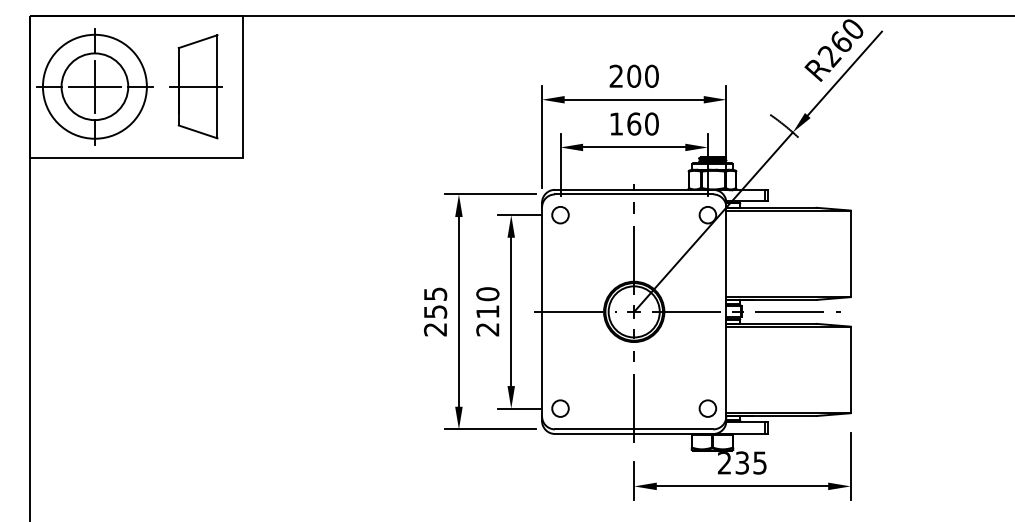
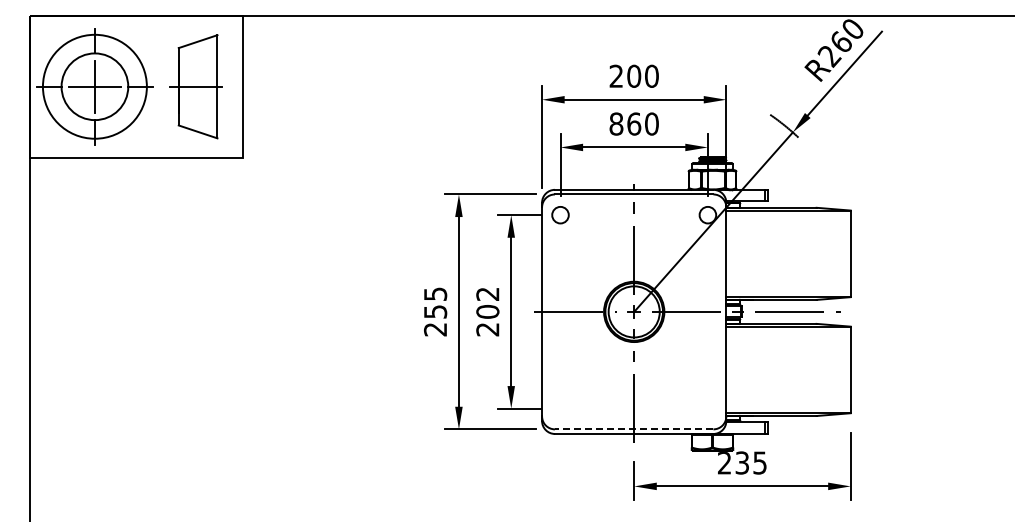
text at (616, 123): 160 -> 860
text at (487, 302): 210 -> 202
circle at (560, 408): present -> none
circle at (707, 408): present -> none
line at (633, 429): solid -> dashed
